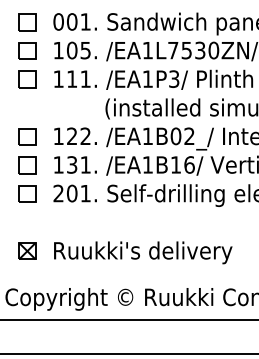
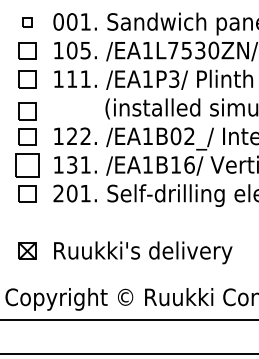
part at (27, 22) size: 19x19 px -> 11x11 px
part at (27, 111): none -> present
part at (27, 165) size: 19x19 px -> 25x25 px
